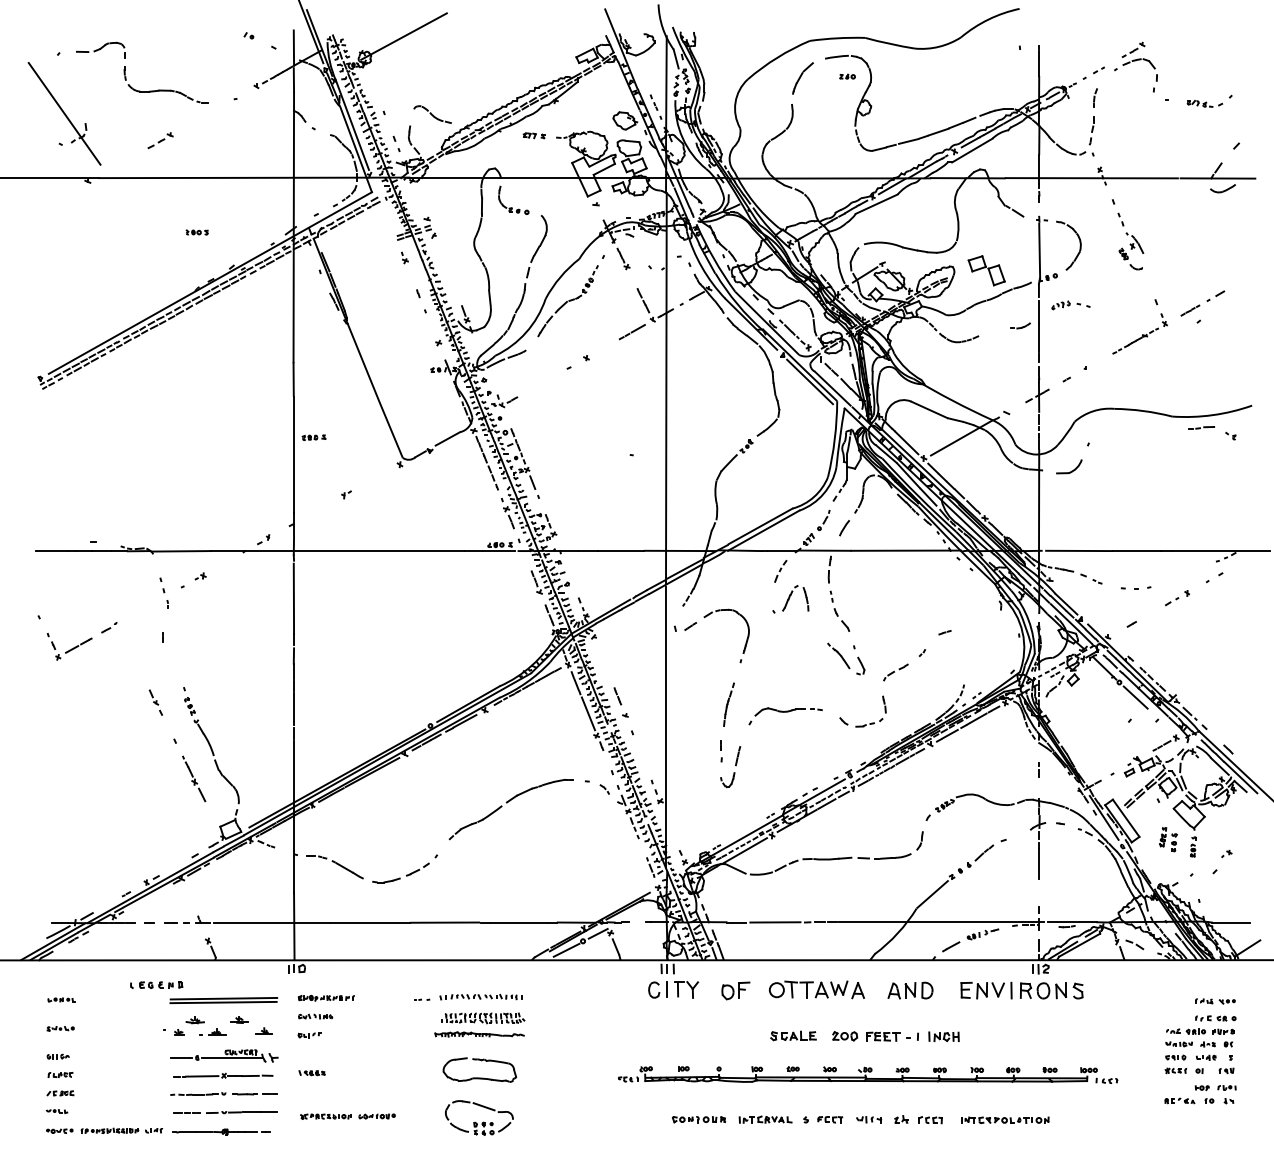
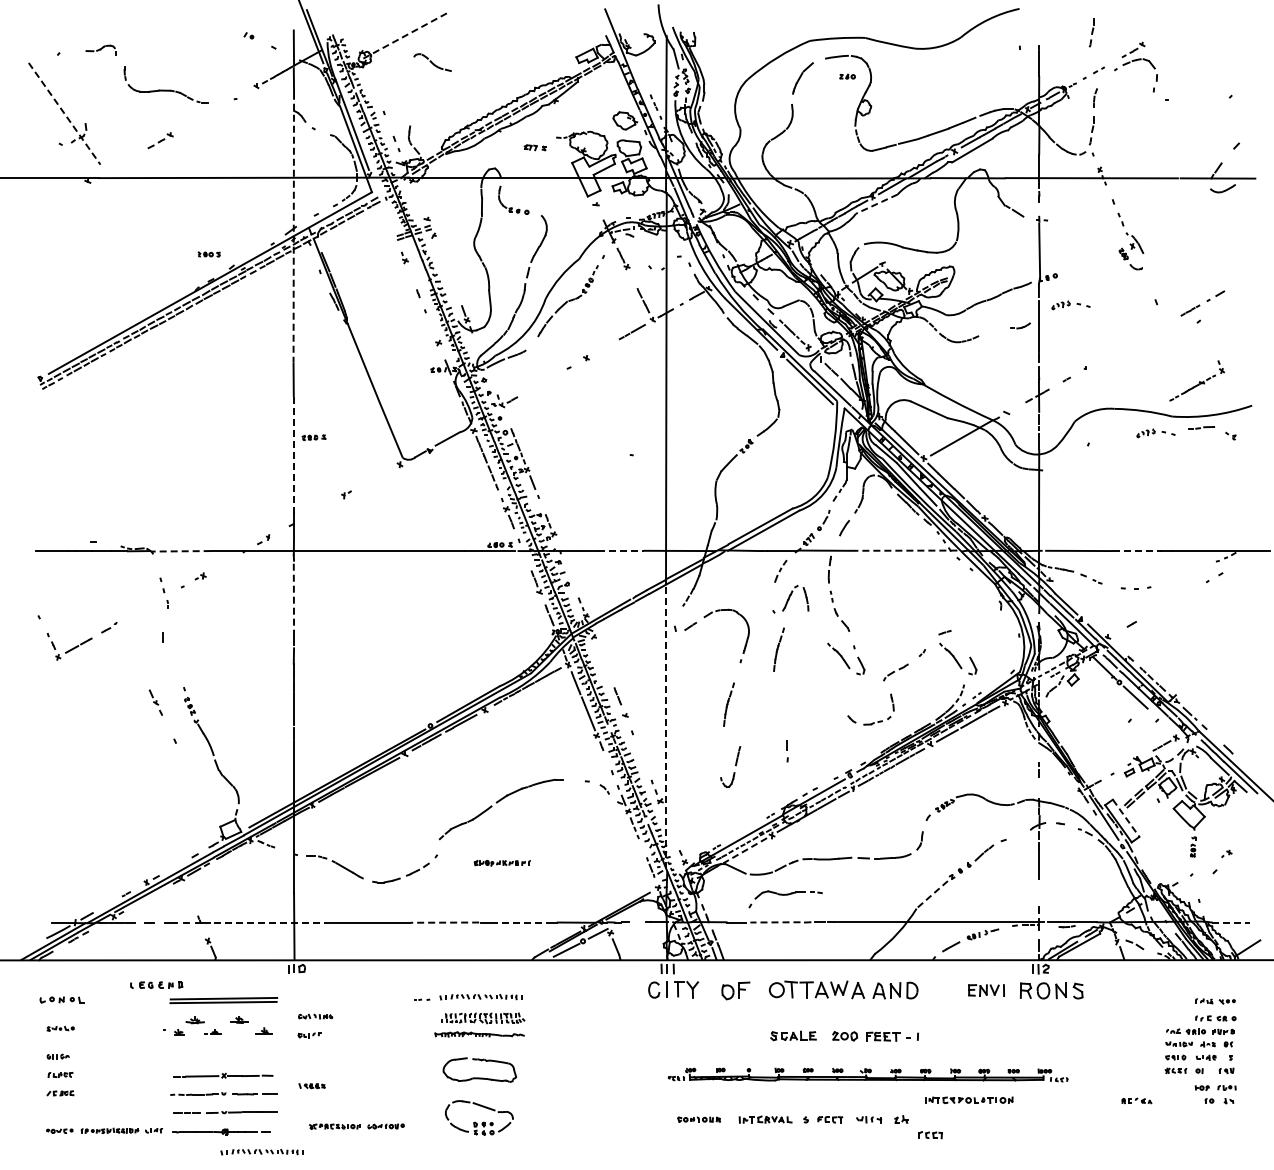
part at (1091, 32): none -> present
line at (404, 36): solid -> dashed
part at (100, 49) size: 50x18 px -> 32x12 px
part at (1204, 103): present -> none
line at (64, 114): solid -> dashed
part at (432, 114) position: (432, 114) -> (432, 62)
part at (533, 135) position: (533, 135) -> (534, 147)
line at (876, 204): solid -> dashed
line at (293, 227): solid -> dashed
part at (196, 232) position: (196, 232) -> (208, 254)
part at (1079, 246): present -> none
part at (986, 270): present -> none
part at (1139, 333) position: (1139, 333) -> (1196, 380)
part at (1155, 433): none -> present
line at (293, 455): solid -> dashed
part at (1069, 466): present -> none
line at (621, 550): solid -> dashed
line at (906, 550): solid -> dashed
line at (181, 551): solid -> dashed
line at (1136, 551): solid -> dashed
line at (293, 598): solid -> dashed
part at (1177, 598): present -> none
part at (778, 649): none -> present
part at (958, 658): none -> present
part at (785, 716) position: (785, 716) -> (785, 899)
part at (864, 724) position: (864, 724) -> (872, 722)
line at (666, 727): solid -> dashed
part at (721, 751) position: (721, 751) -> (787, 751)
part at (194, 778): present -> none
part at (507, 803) position: (507, 803) -> (497, 803)
line at (1126, 818): solid -> dashed
part at (1168, 839): present -> none
line at (744, 851): solid -> dashed
line at (932, 894): solid -> dashed
line at (272, 922): solid -> dashed
line at (444, 922): solid -> dashed
line at (519, 922): solid -> dashed
line at (774, 922): solid -> dashed
line at (1231, 922): solid -> dashed
part at (910, 990) position: (910, 990) -> (895, 990)
part at (986, 990) size: 53x19 px -> 37x13 px
part at (325, 997) position: (325, 997) -> (501, 862)
part at (61, 999) size: 29x6 px -> 46x8 px
part at (212, 1031) size: 28x8 px -> 18x6 px
part at (943, 1036): present -> none
part at (224, 1055): present -> none
part at (311, 1073) position: (311, 1073) -> (311, 1086)
part at (868, 1074) size: 501x18 px -> 402x16 px
part at (1179, 1100) position: (1179, 1100) -> (1136, 1100)
part at (56, 1111): present -> none
part at (347, 1116) position: (347, 1116) -> (356, 1126)
part at (699, 1119) size: 55x8 px -> 44x7 px
part at (930, 1120) position: (930, 1120) -> (930, 1135)
part at (1005, 1120) position: (1005, 1120) -> (969, 1100)
part at (261, 1152): none -> present
